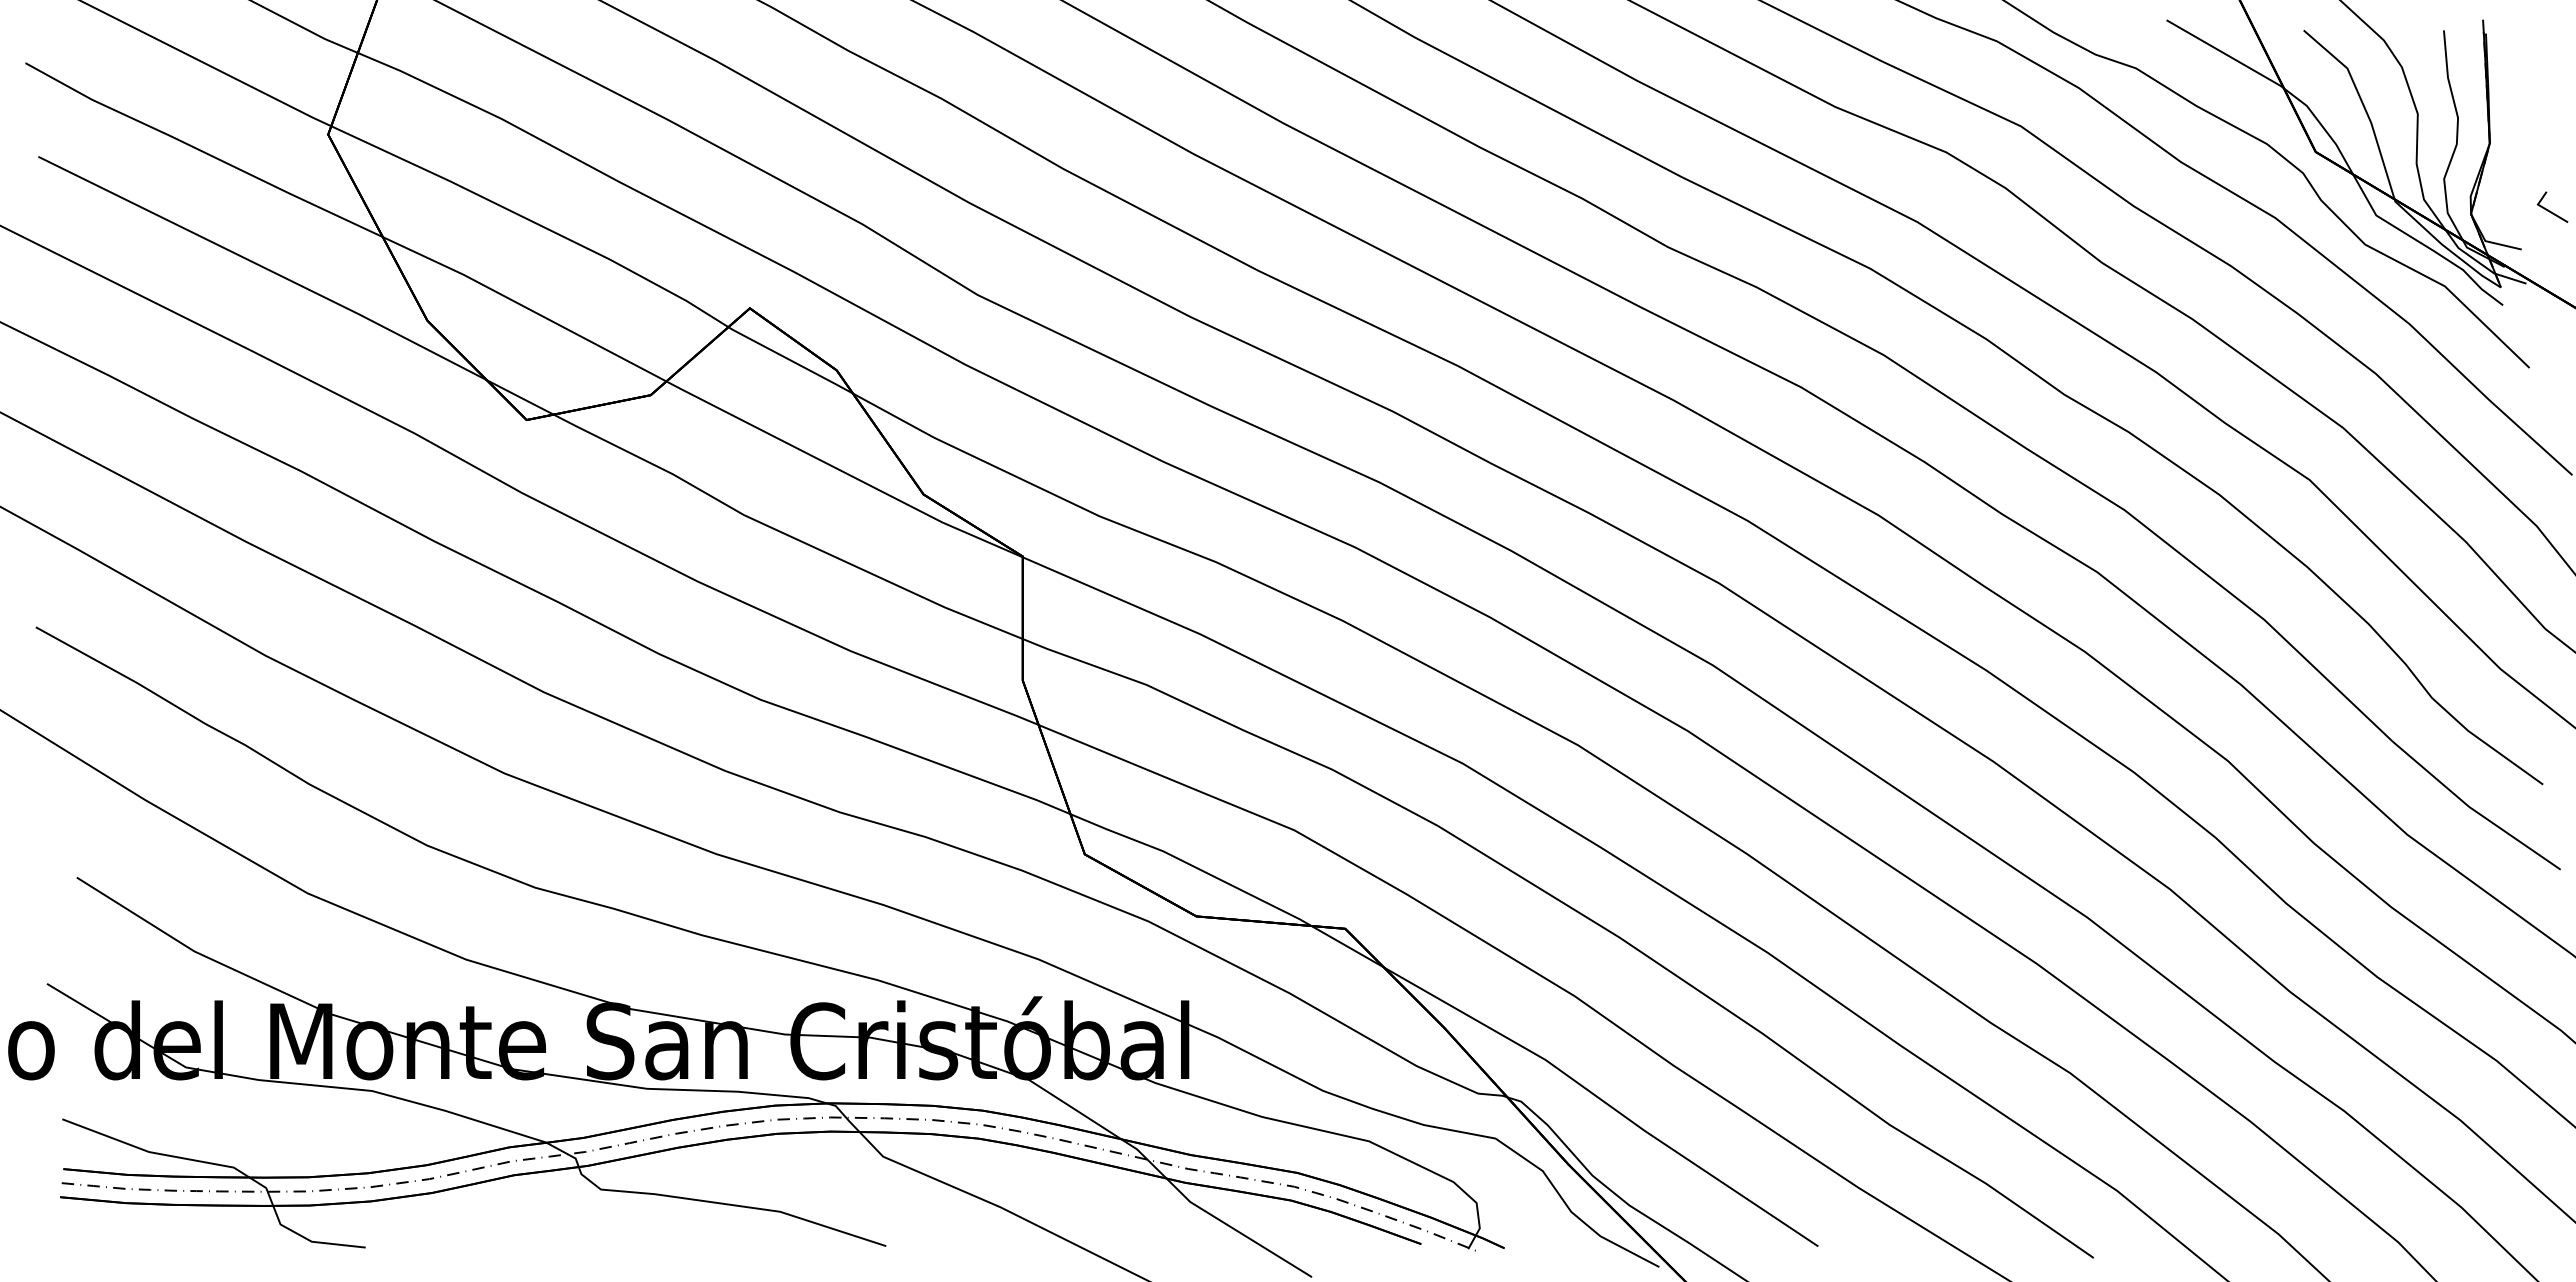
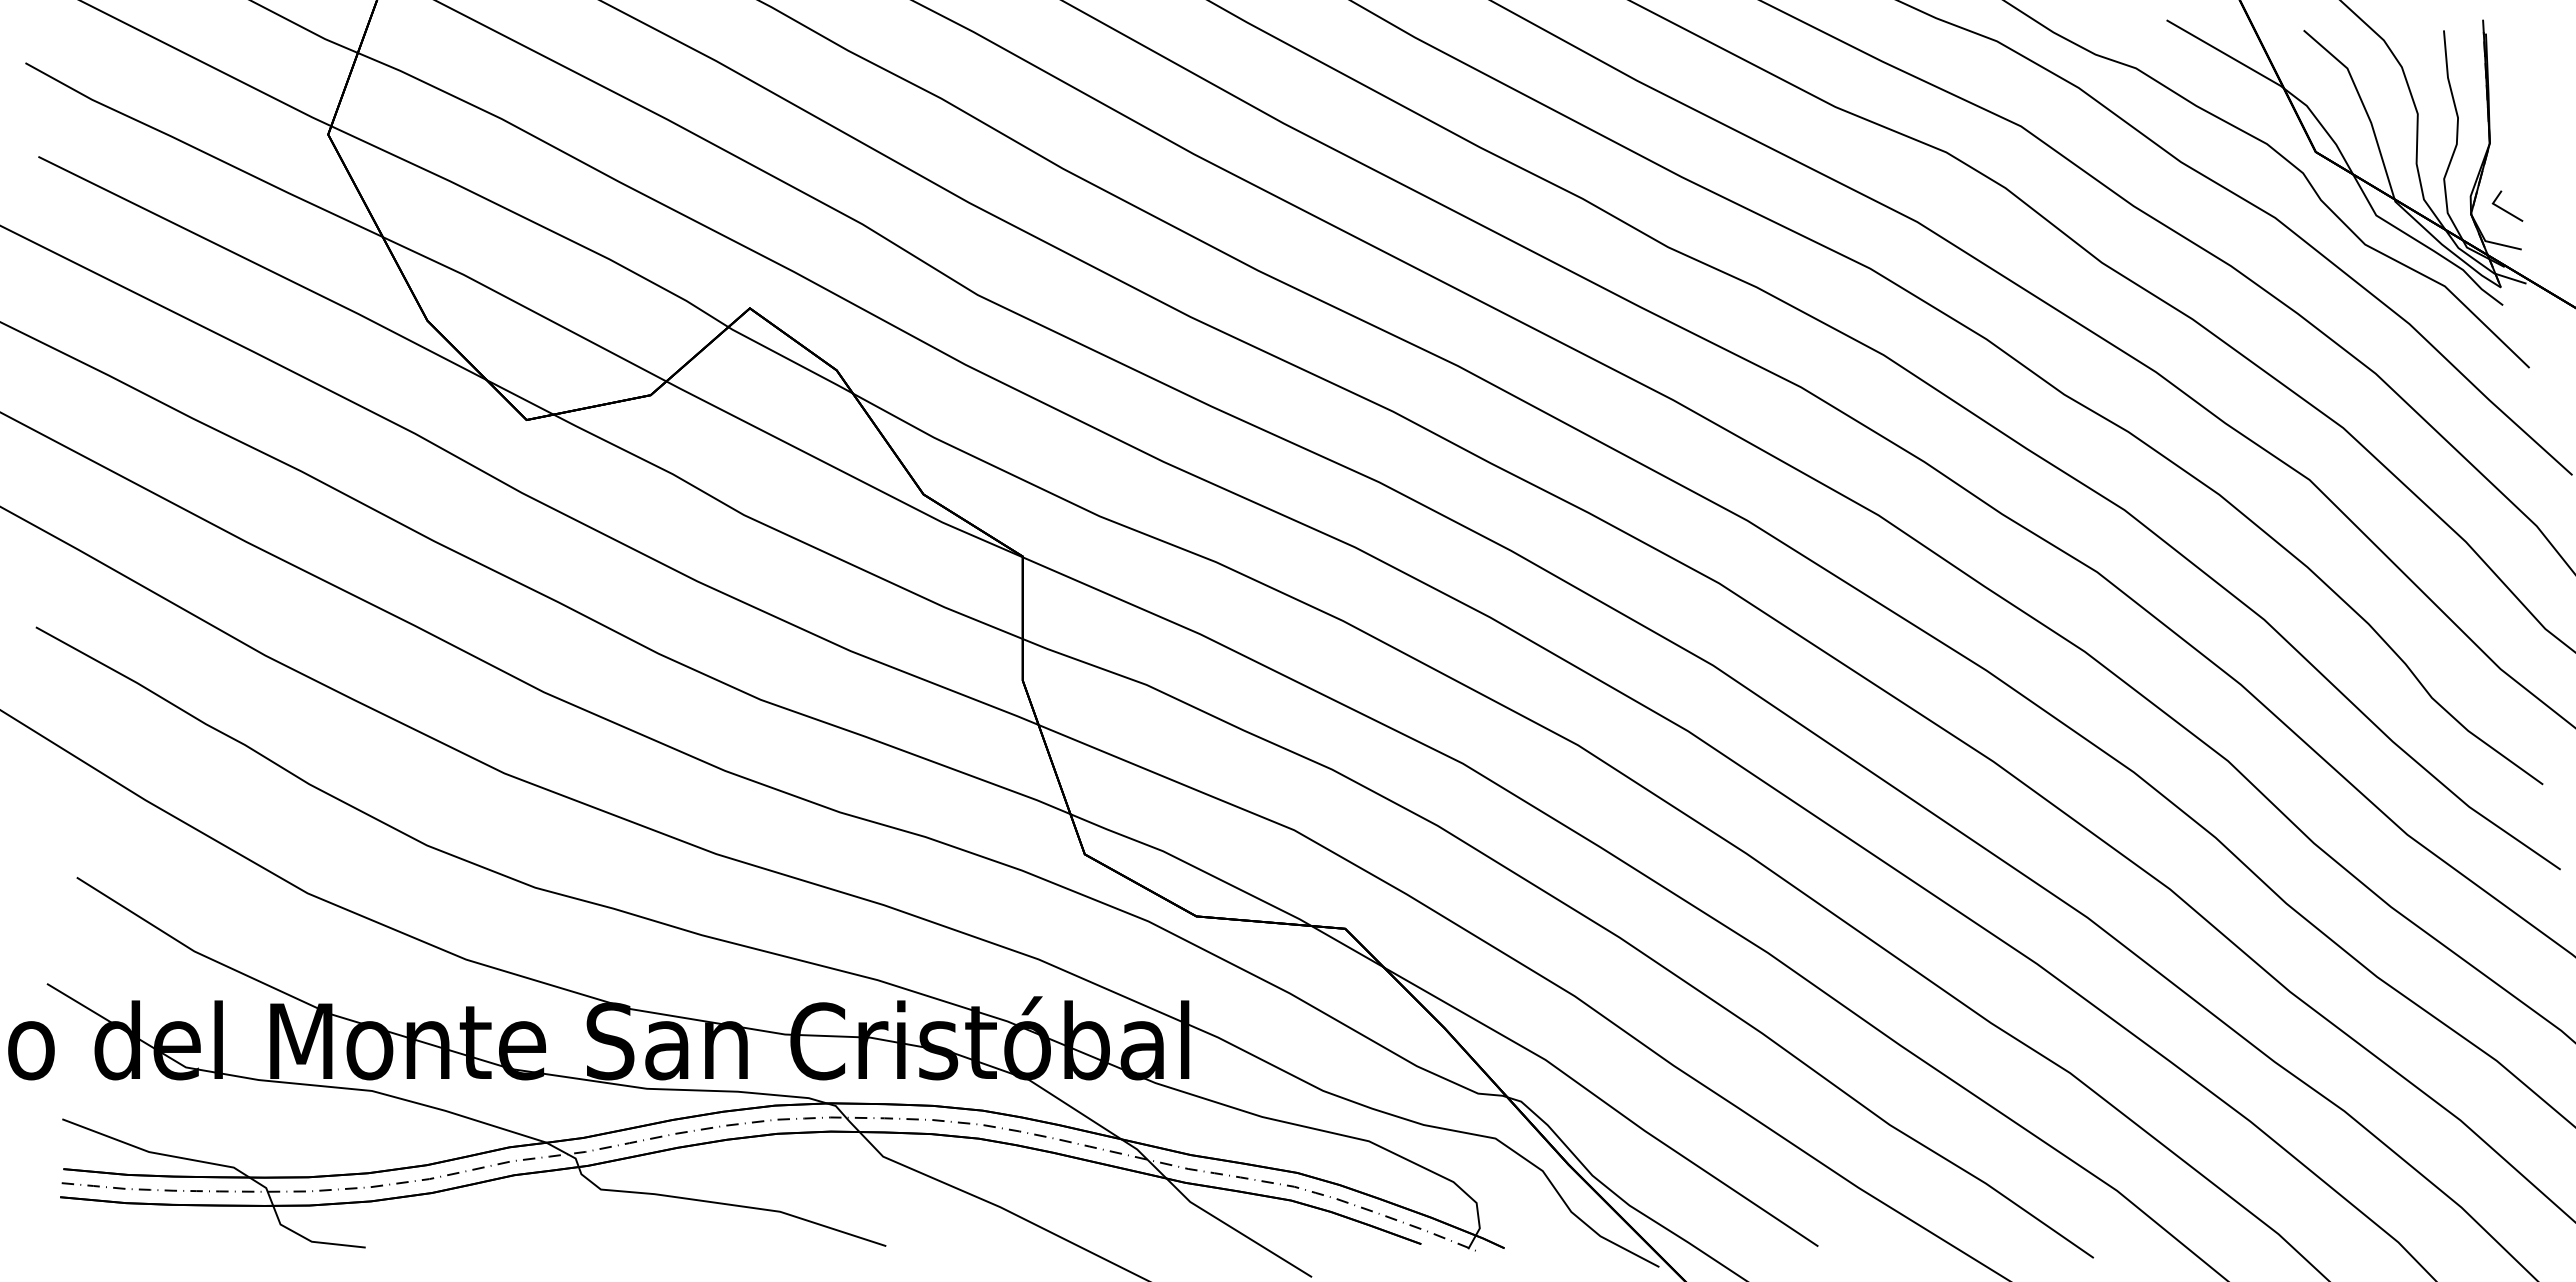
line at (2550, 210) position: (2550, 210) -> (2505, 209)
